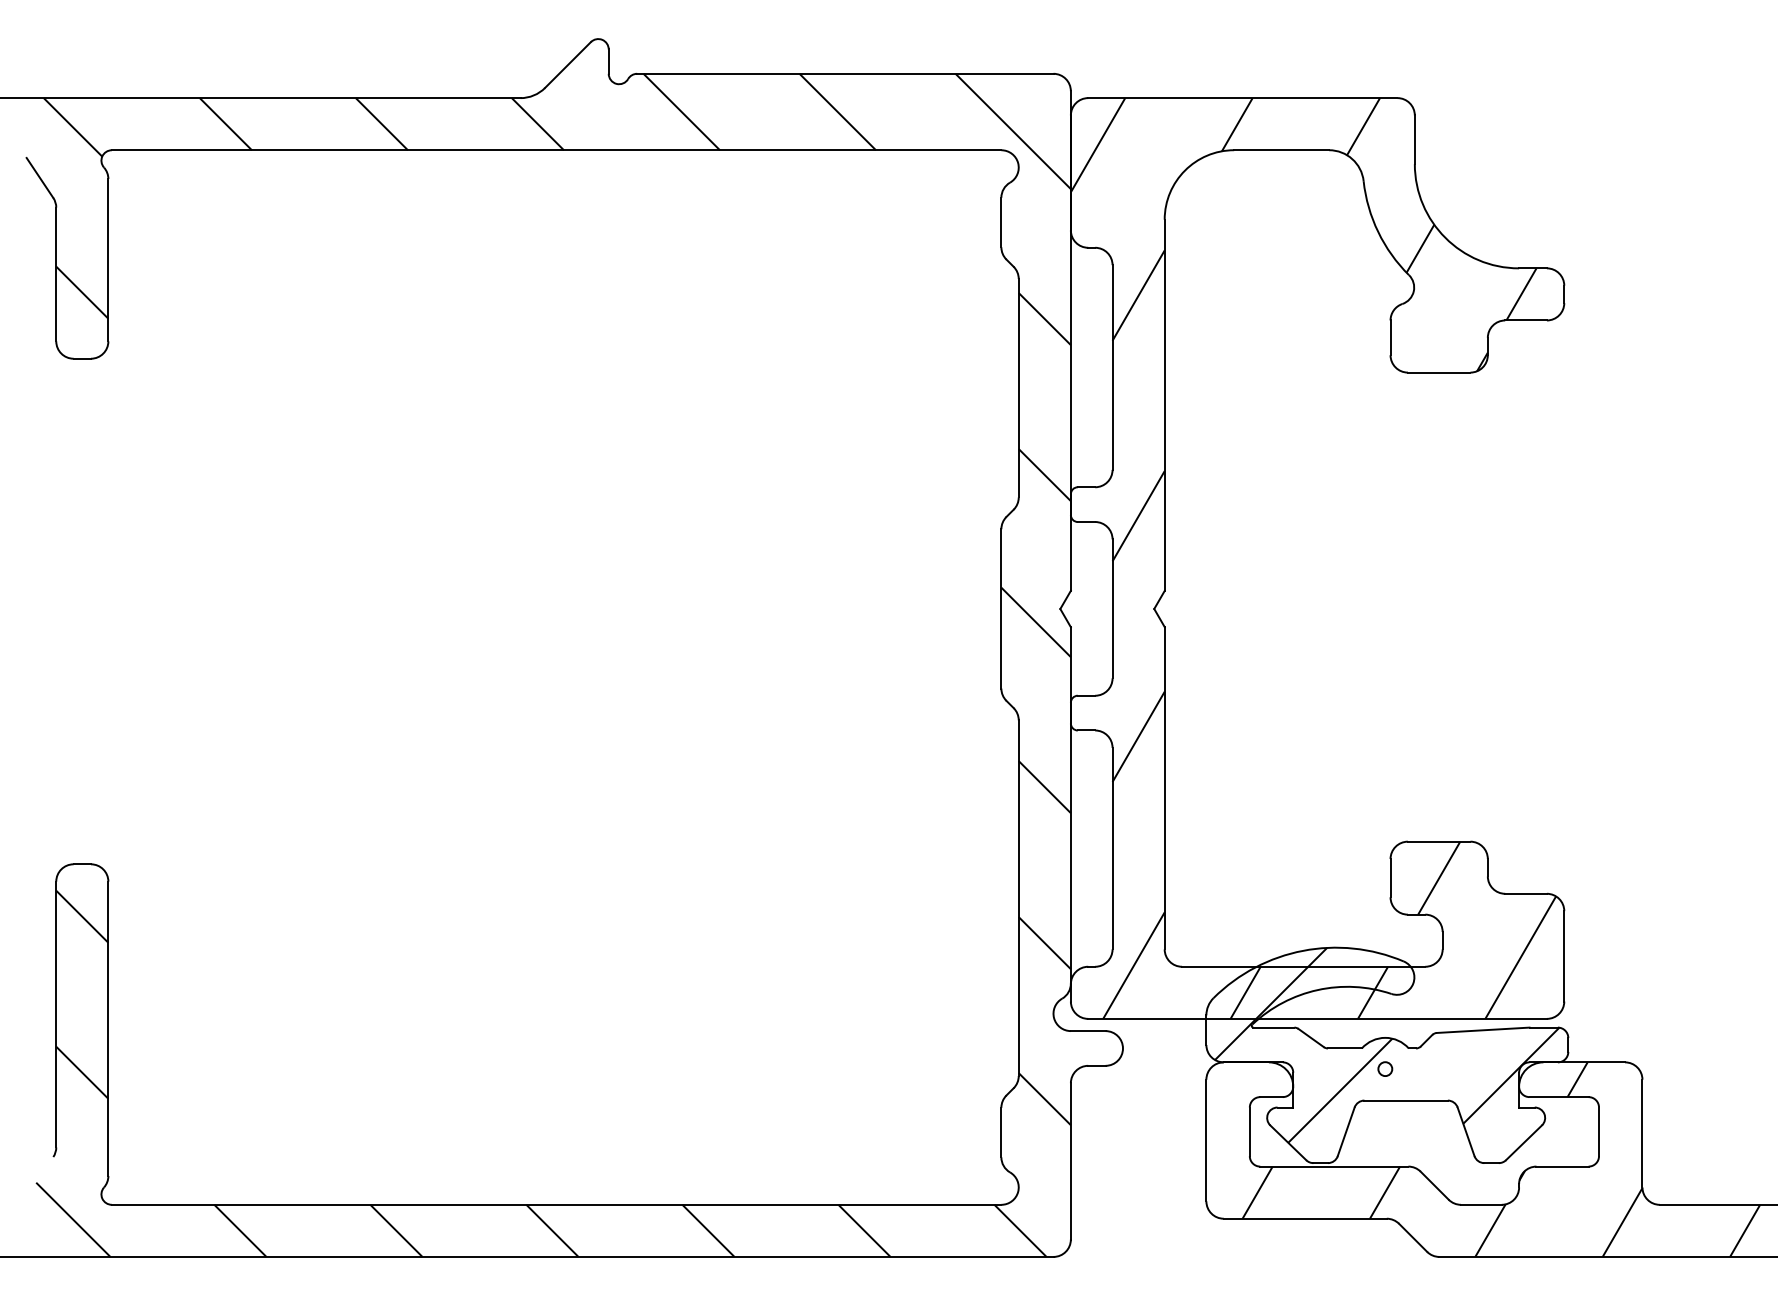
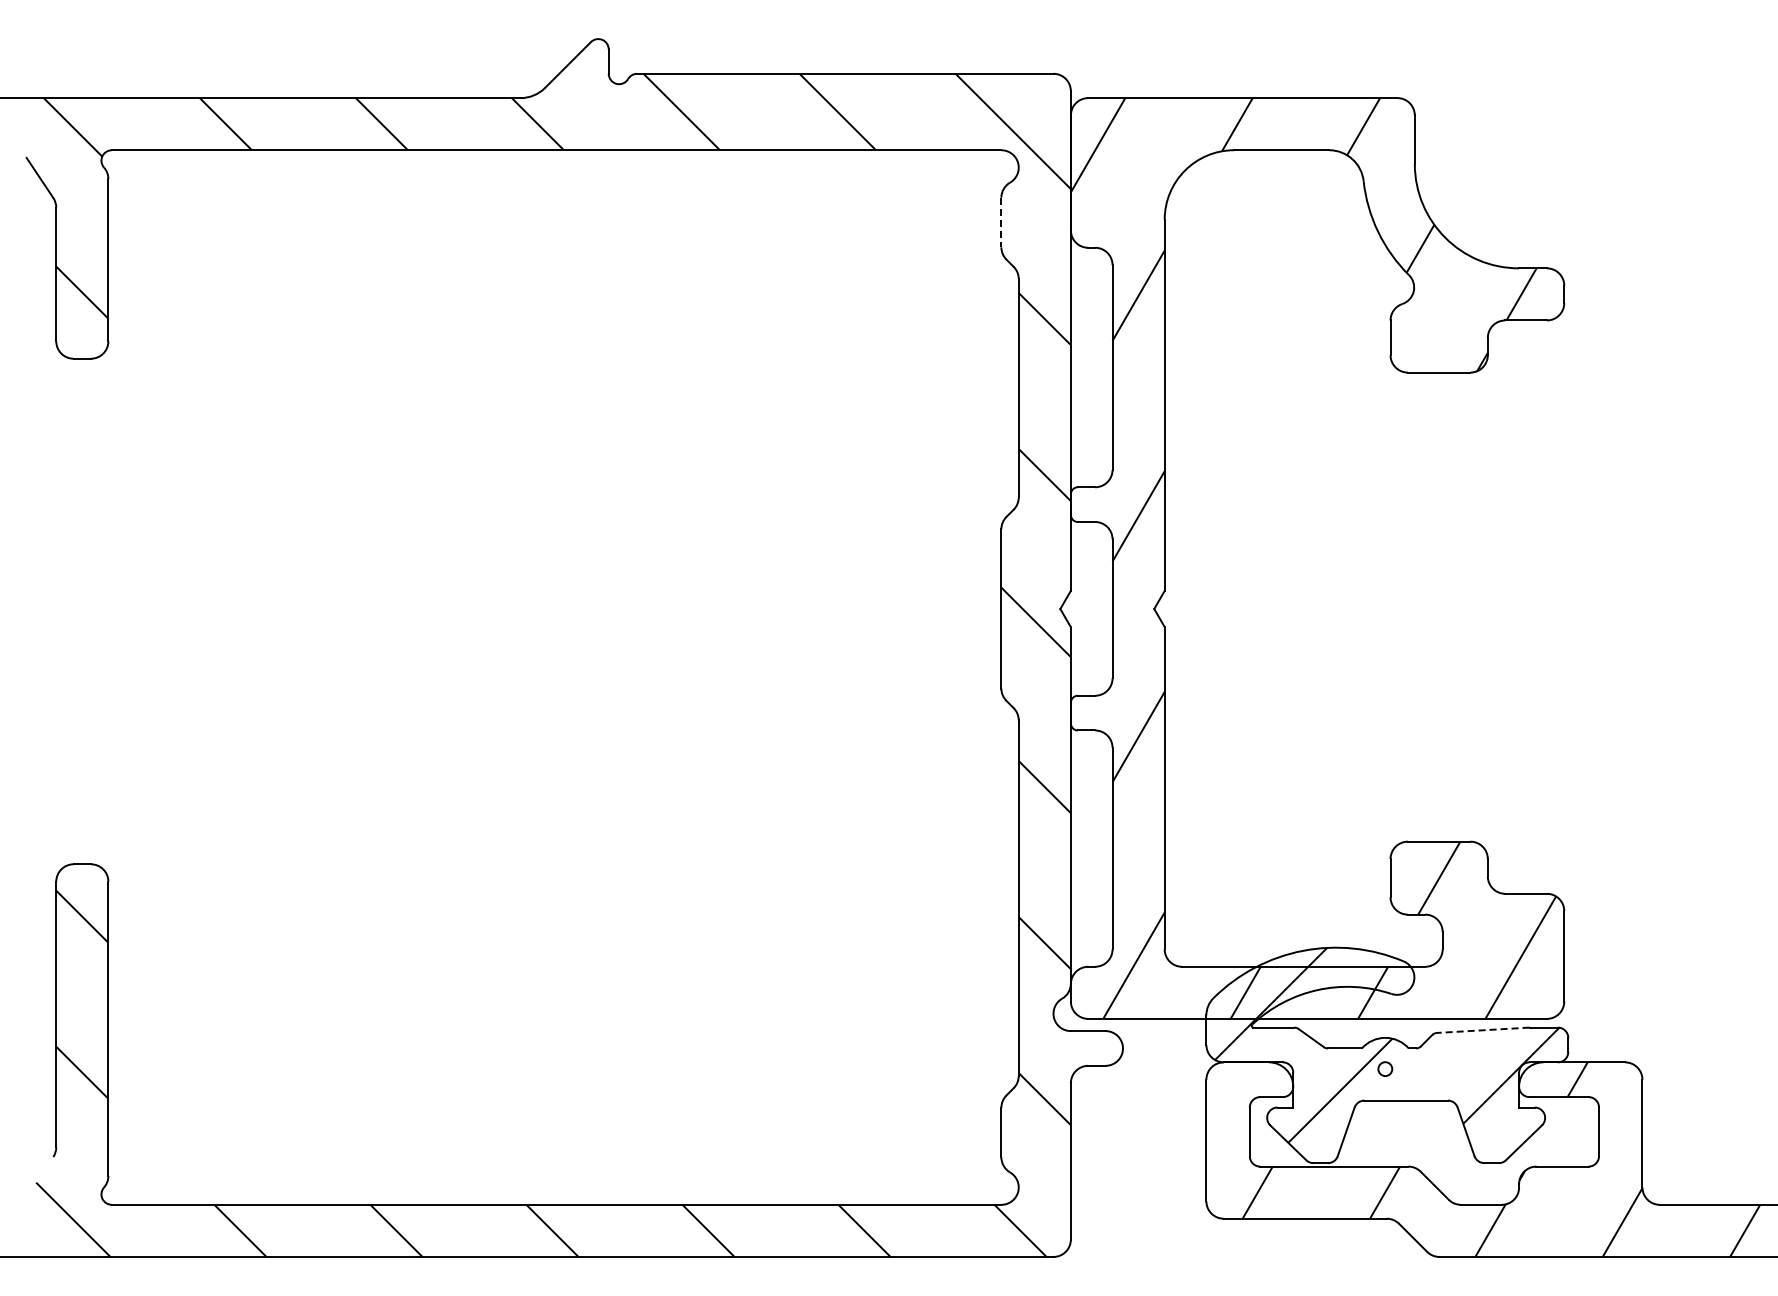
line at (1001, 222): solid -> dashed
line at (1482, 1030): solid -> dashed
